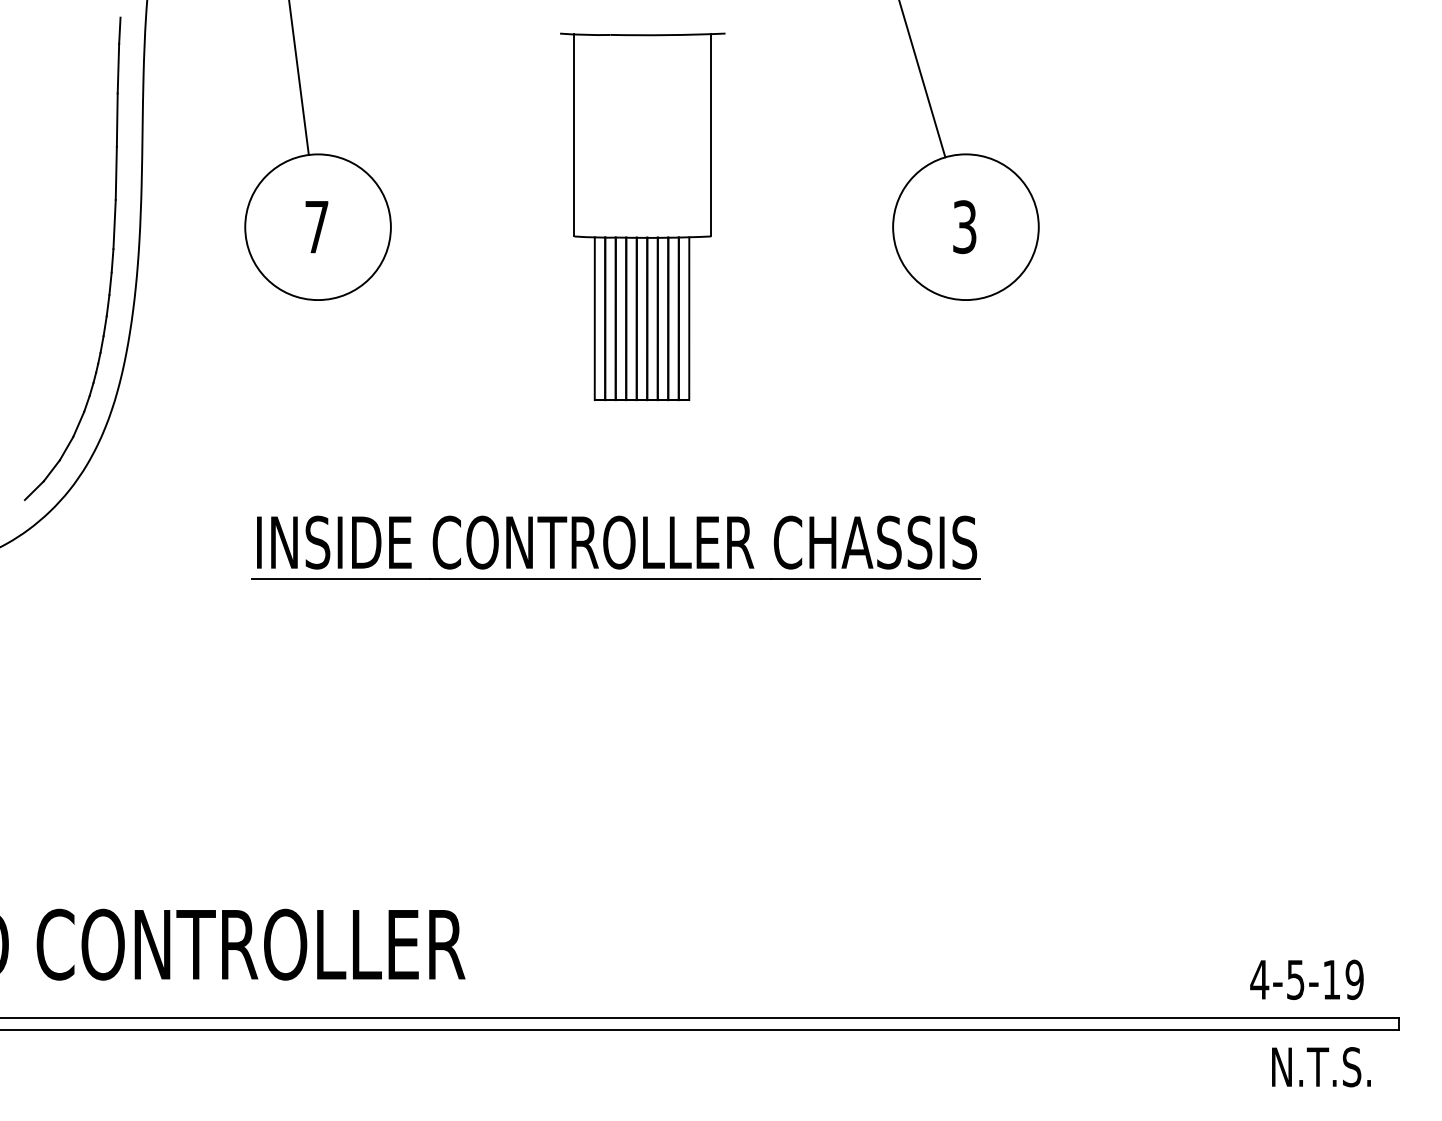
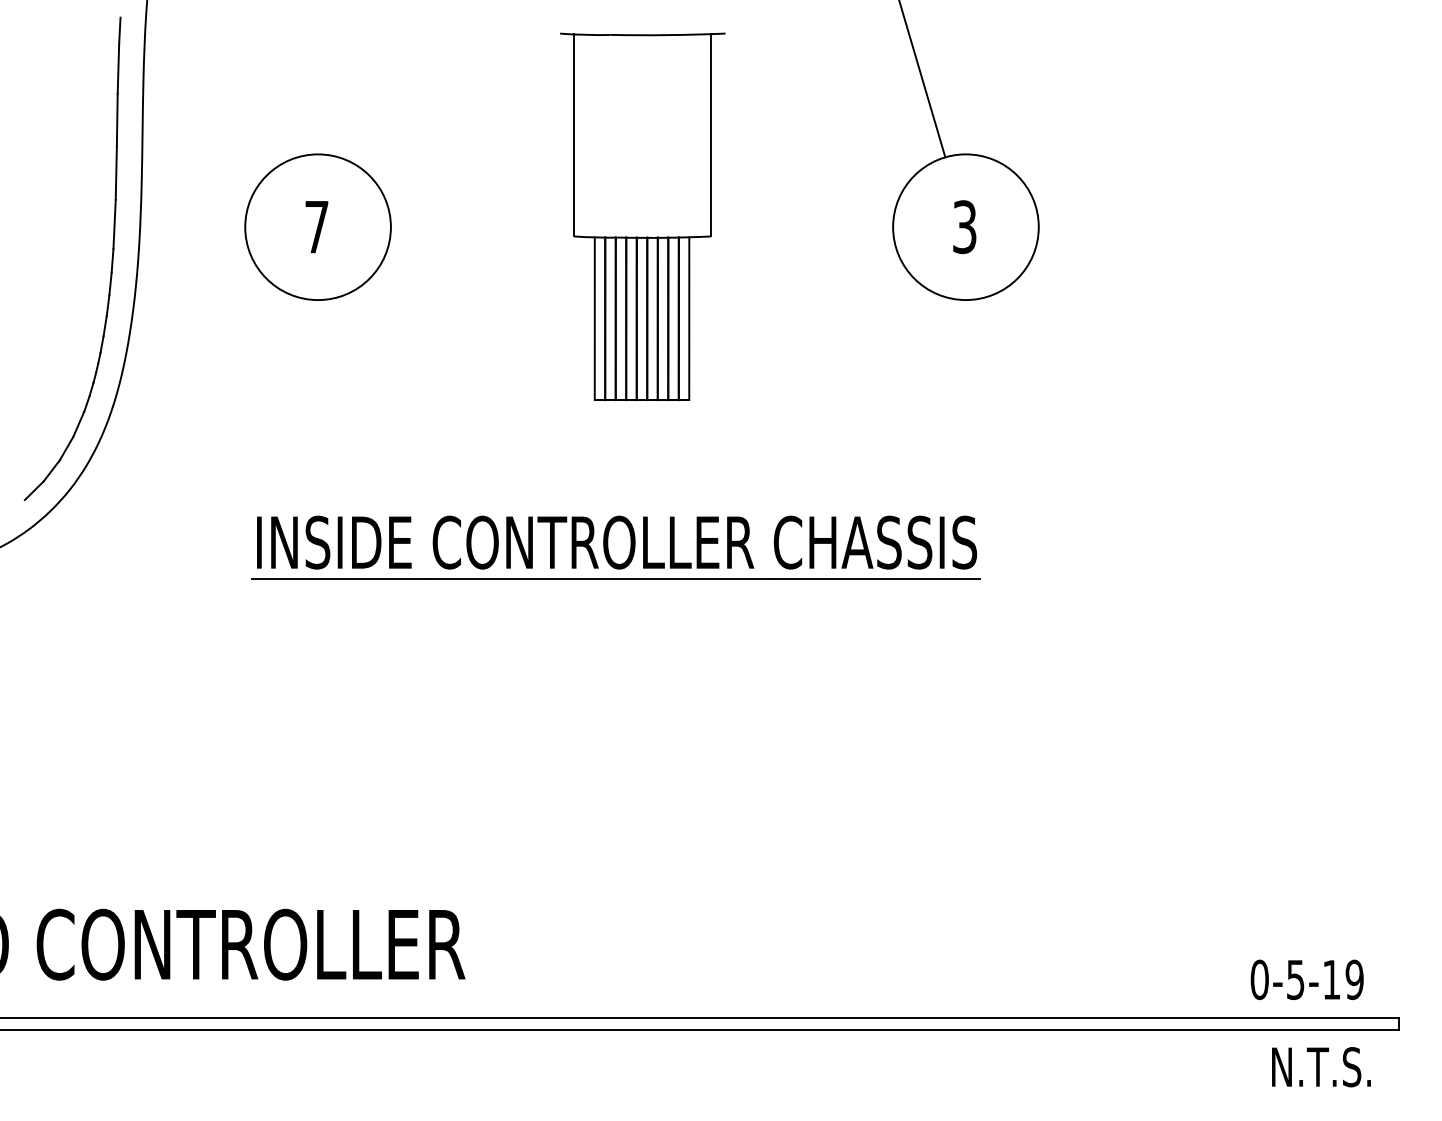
line at (298, 78): present -> none
text at (1259, 979): 4-5-19 -> 0-5-19
